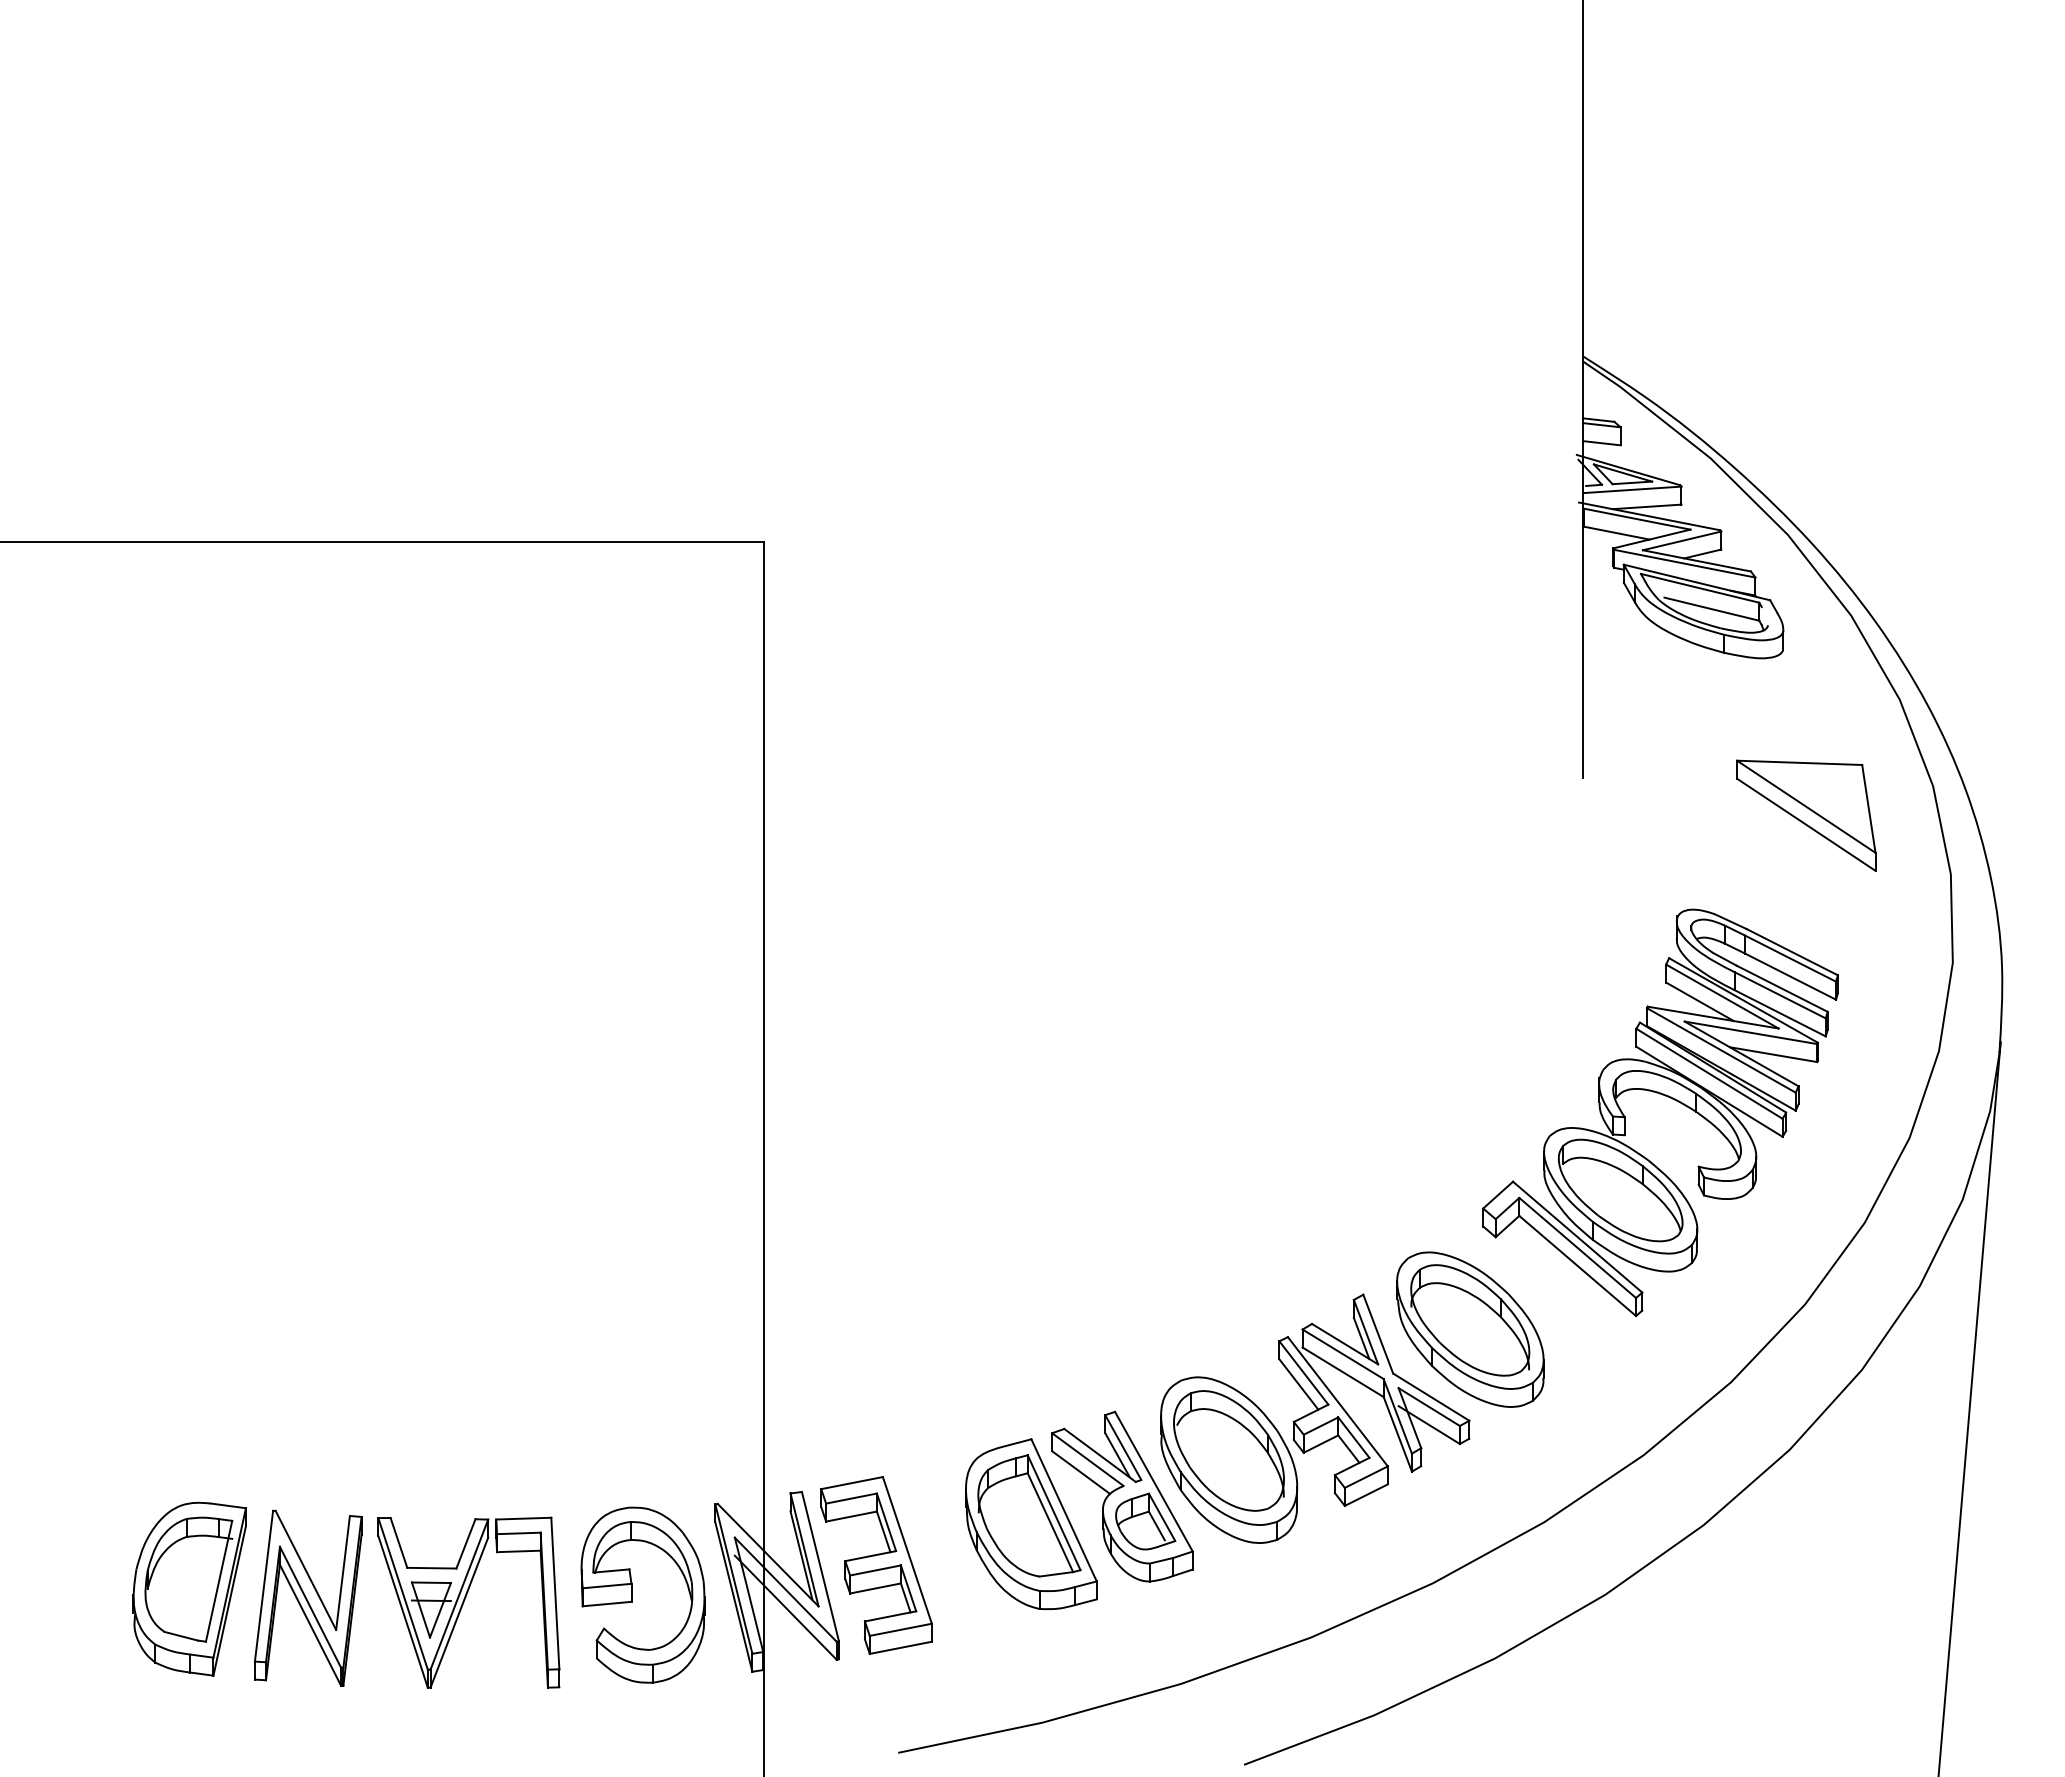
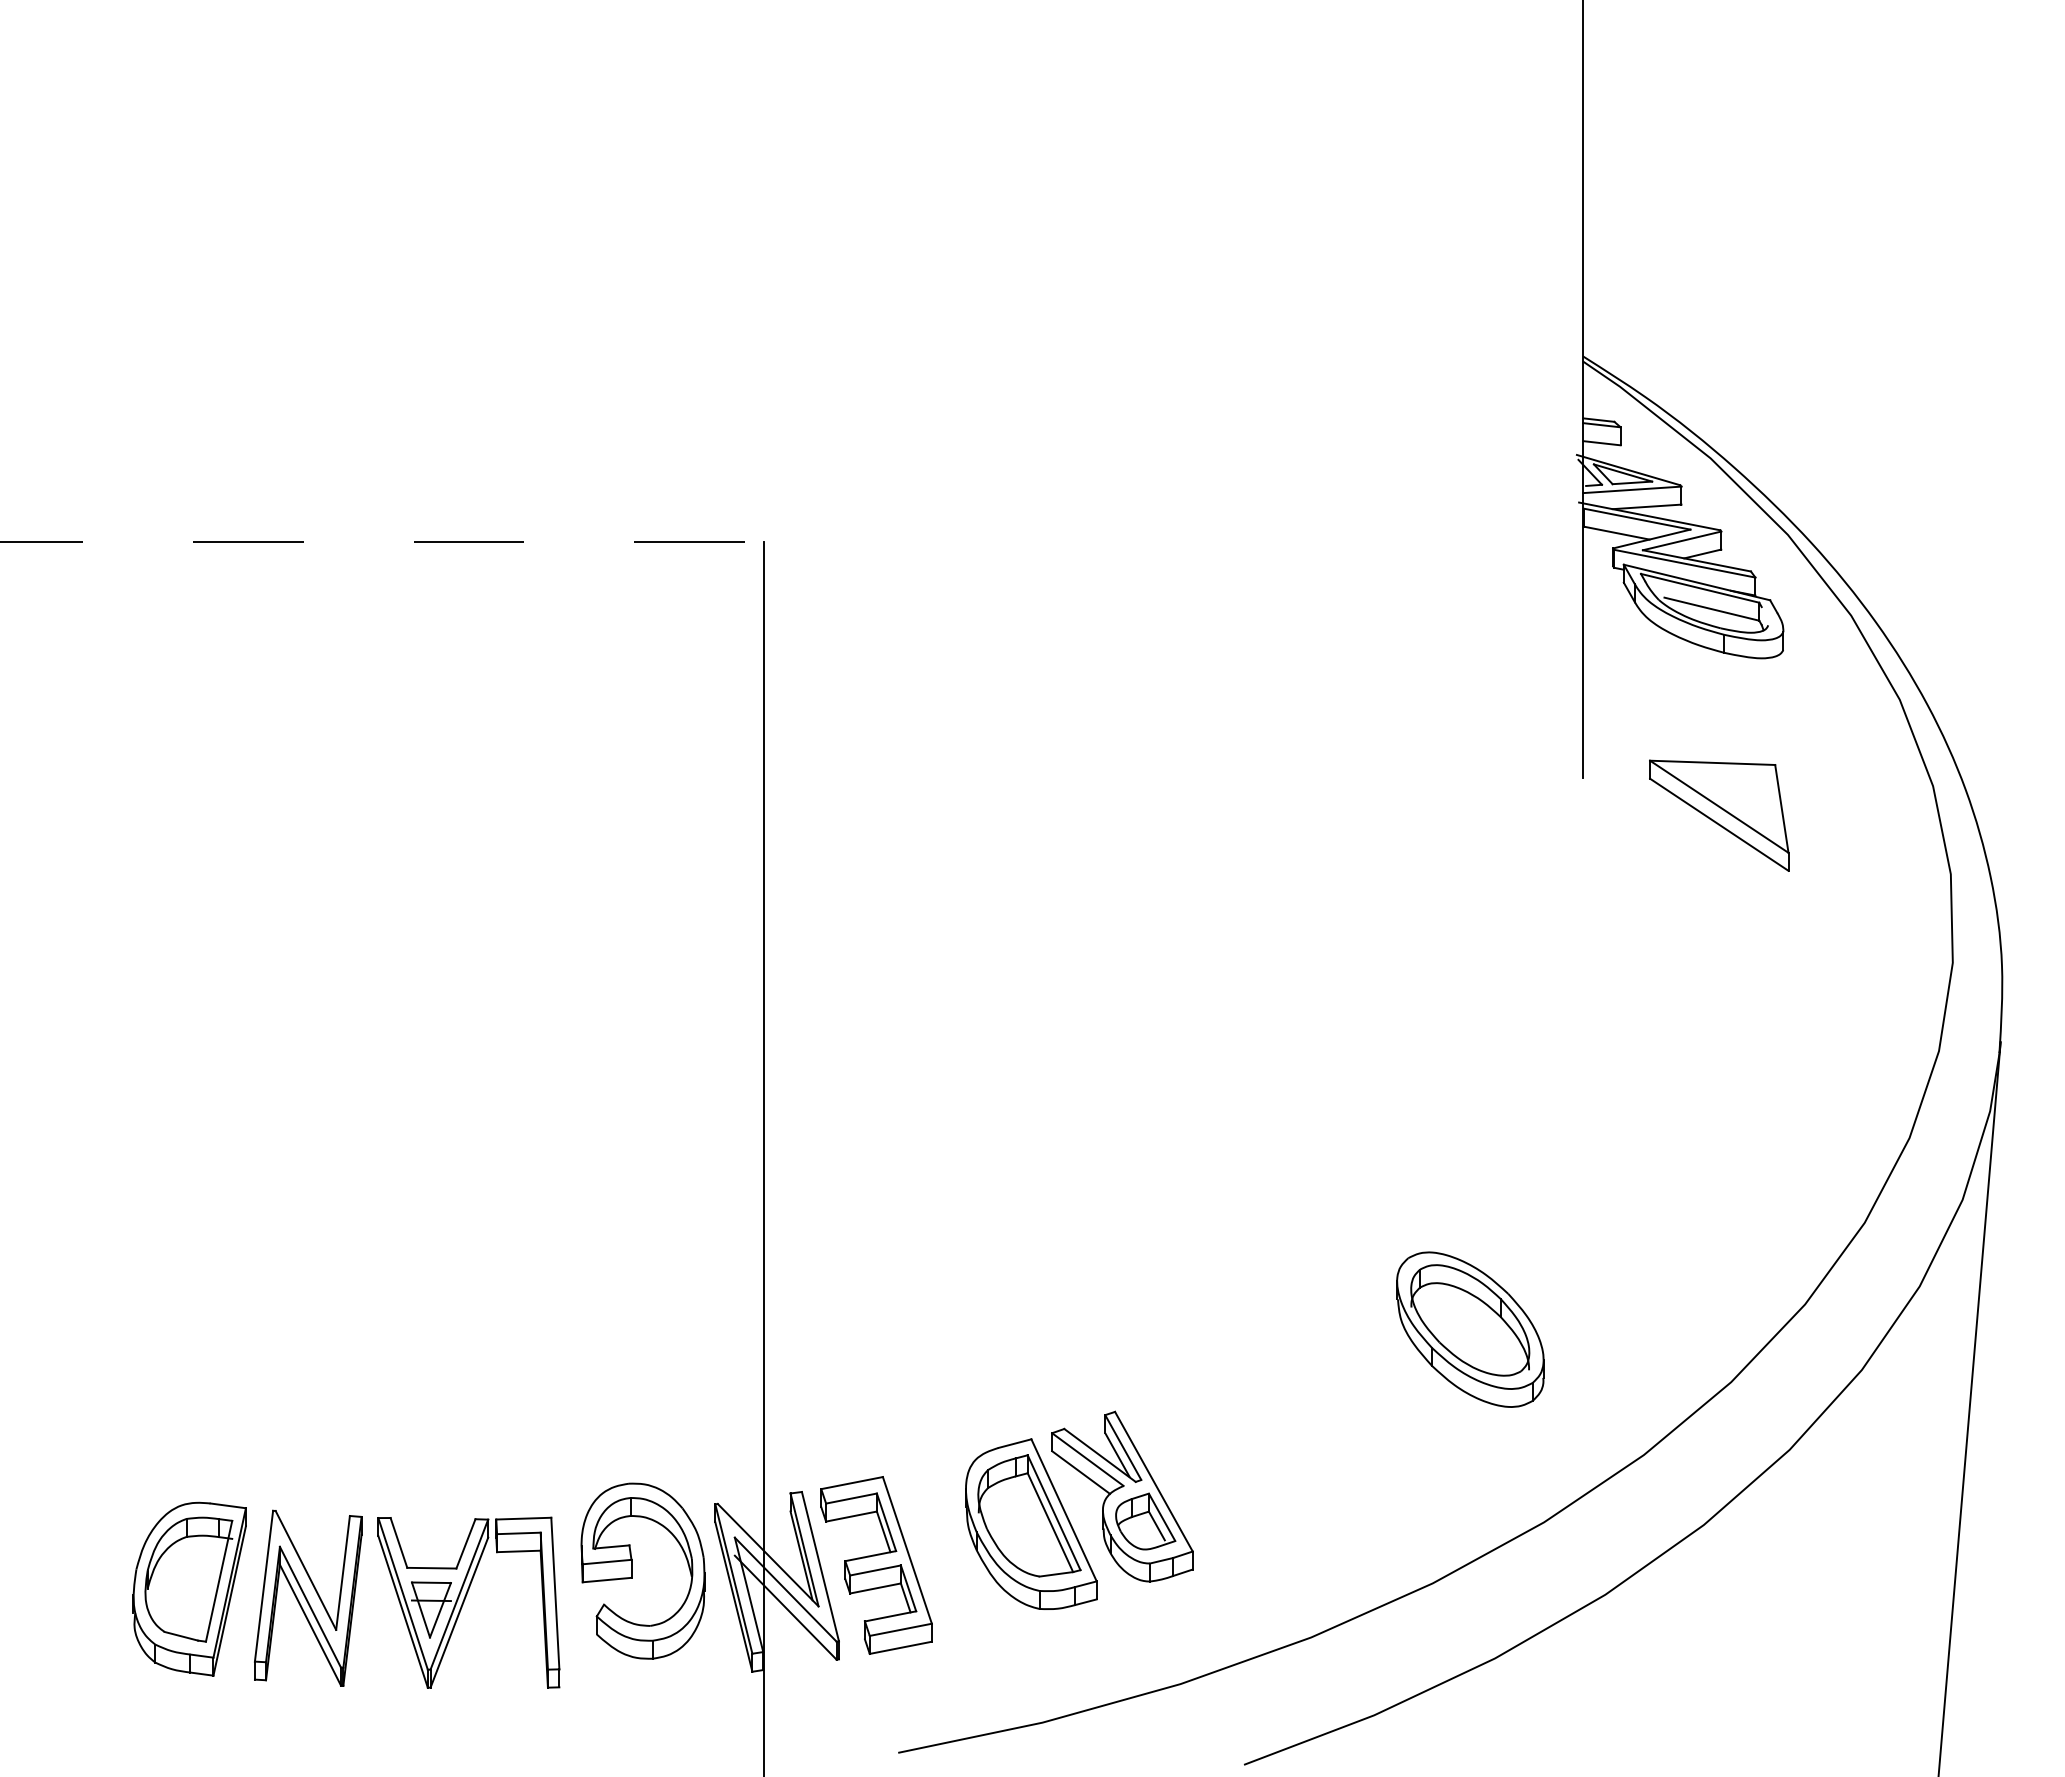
line at (382, 541): solid -> dashed
part at (1806, 815) position: (1806, 815) -> (1719, 815)
part at (1667, 1097): present -> none
part at (1315, 1418): present -> none
part at (632, 1594) position: (632, 1594) -> (632, 1570)
